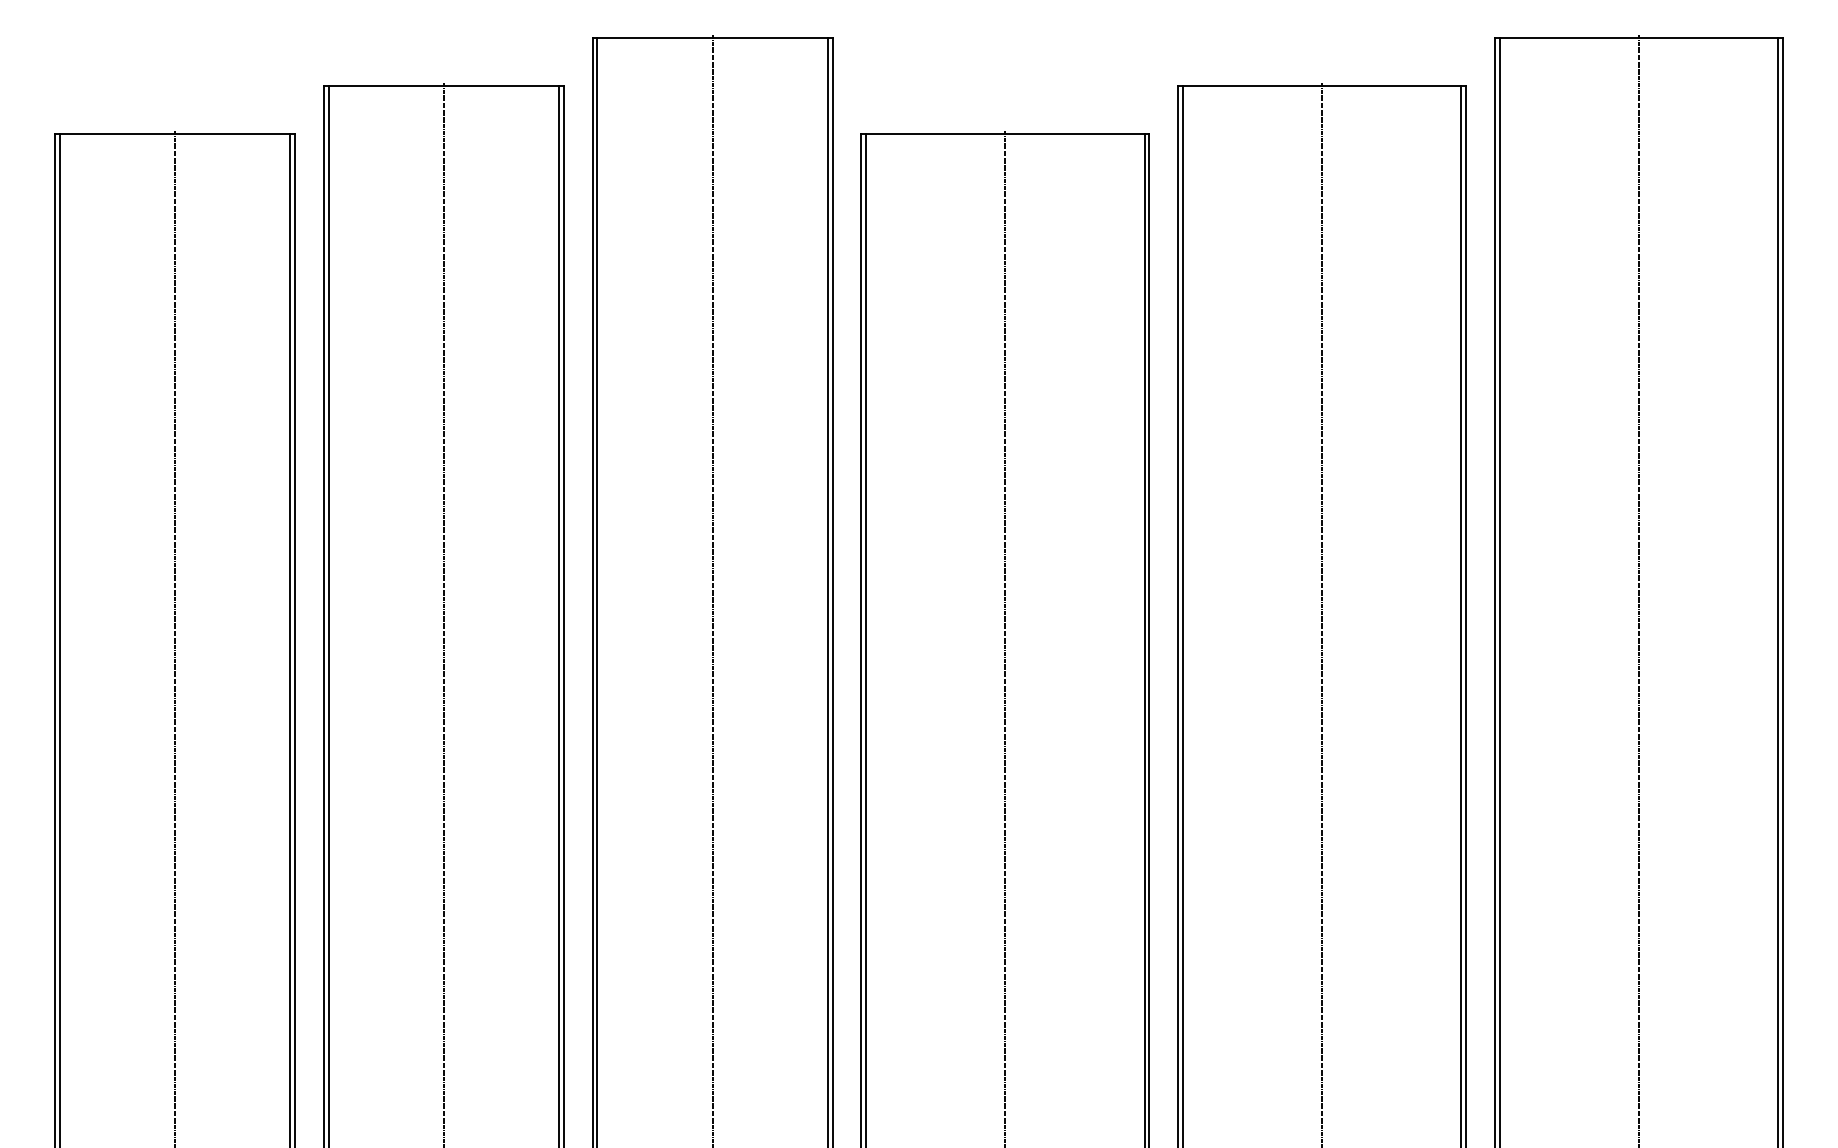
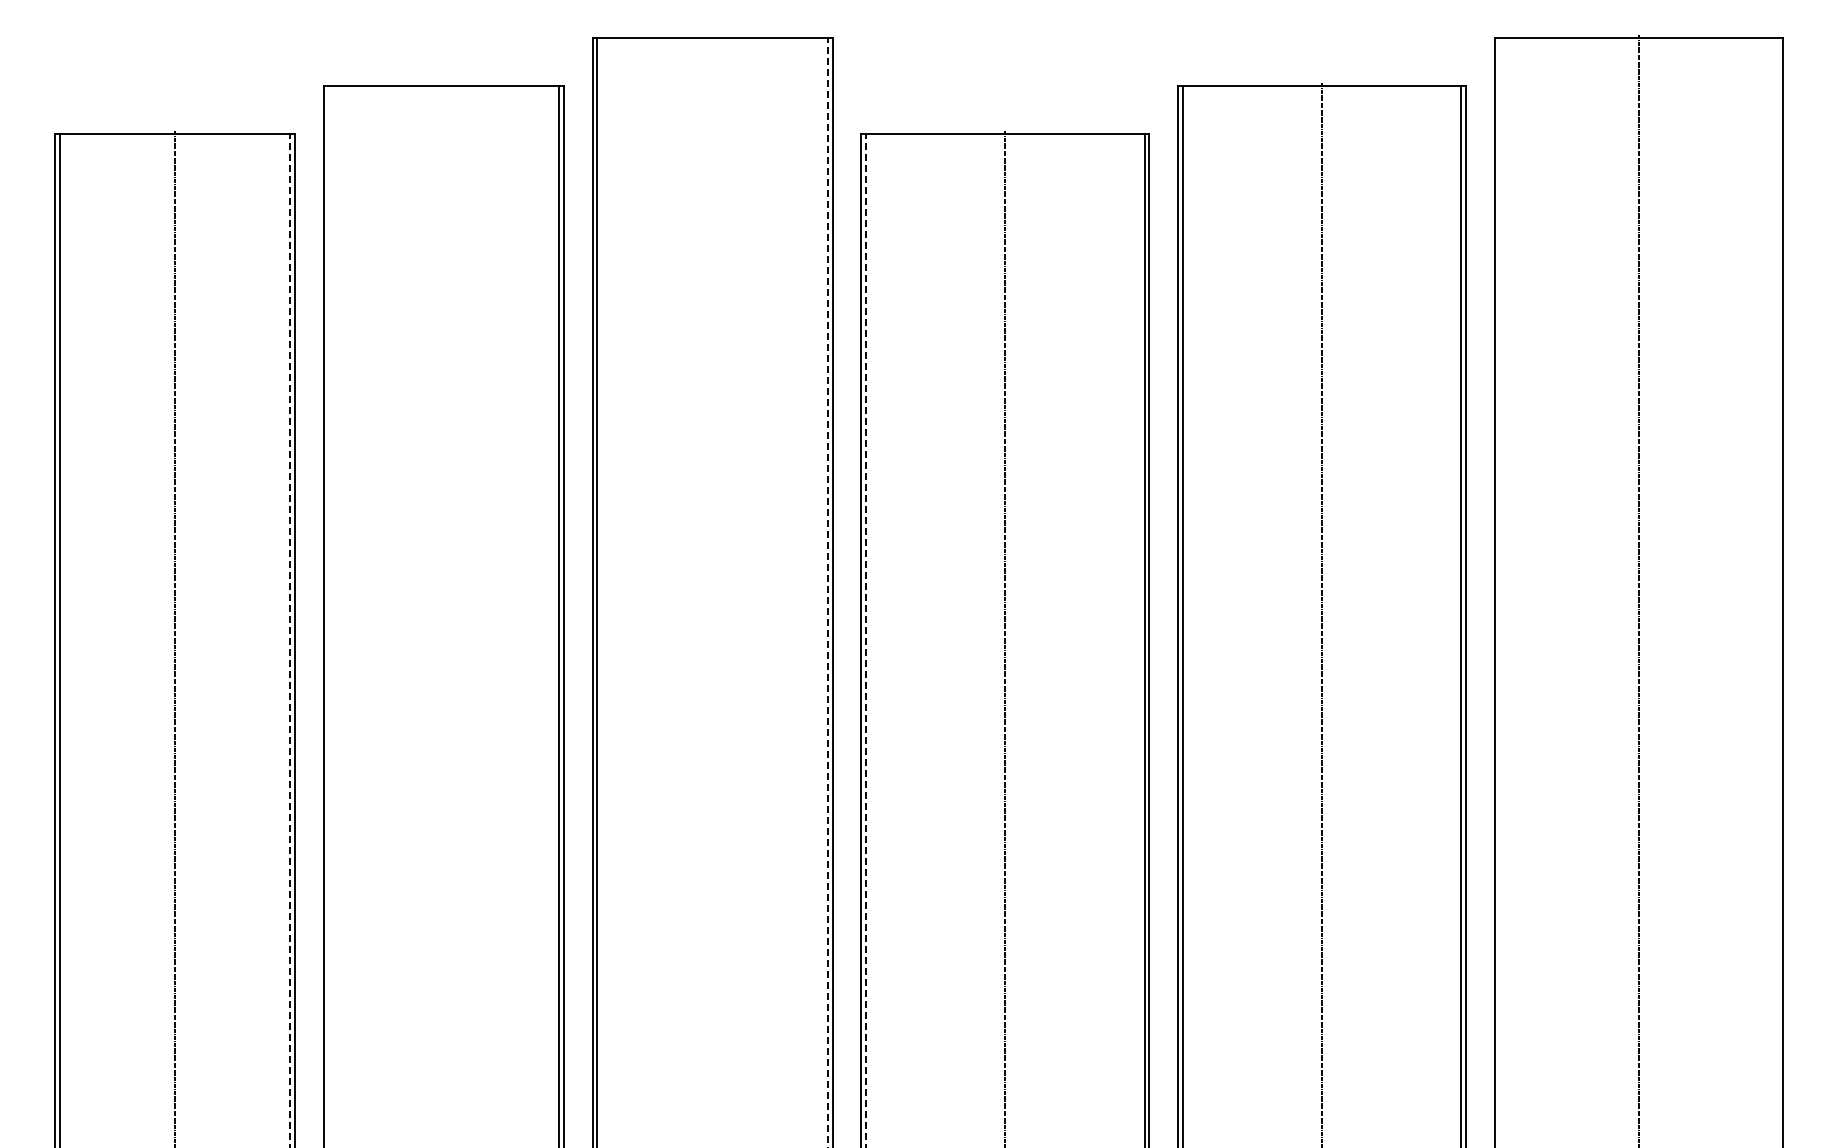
line at (712, 589): present -> none
line at (1499, 590): present -> none
line at (1778, 590): present -> none
line at (827, 592): solid -> dashed
line at (443, 613): present -> none
line at (328, 614): present -> none
line at (290, 640): solid -> dashed
line at (866, 640): solid -> dashed
